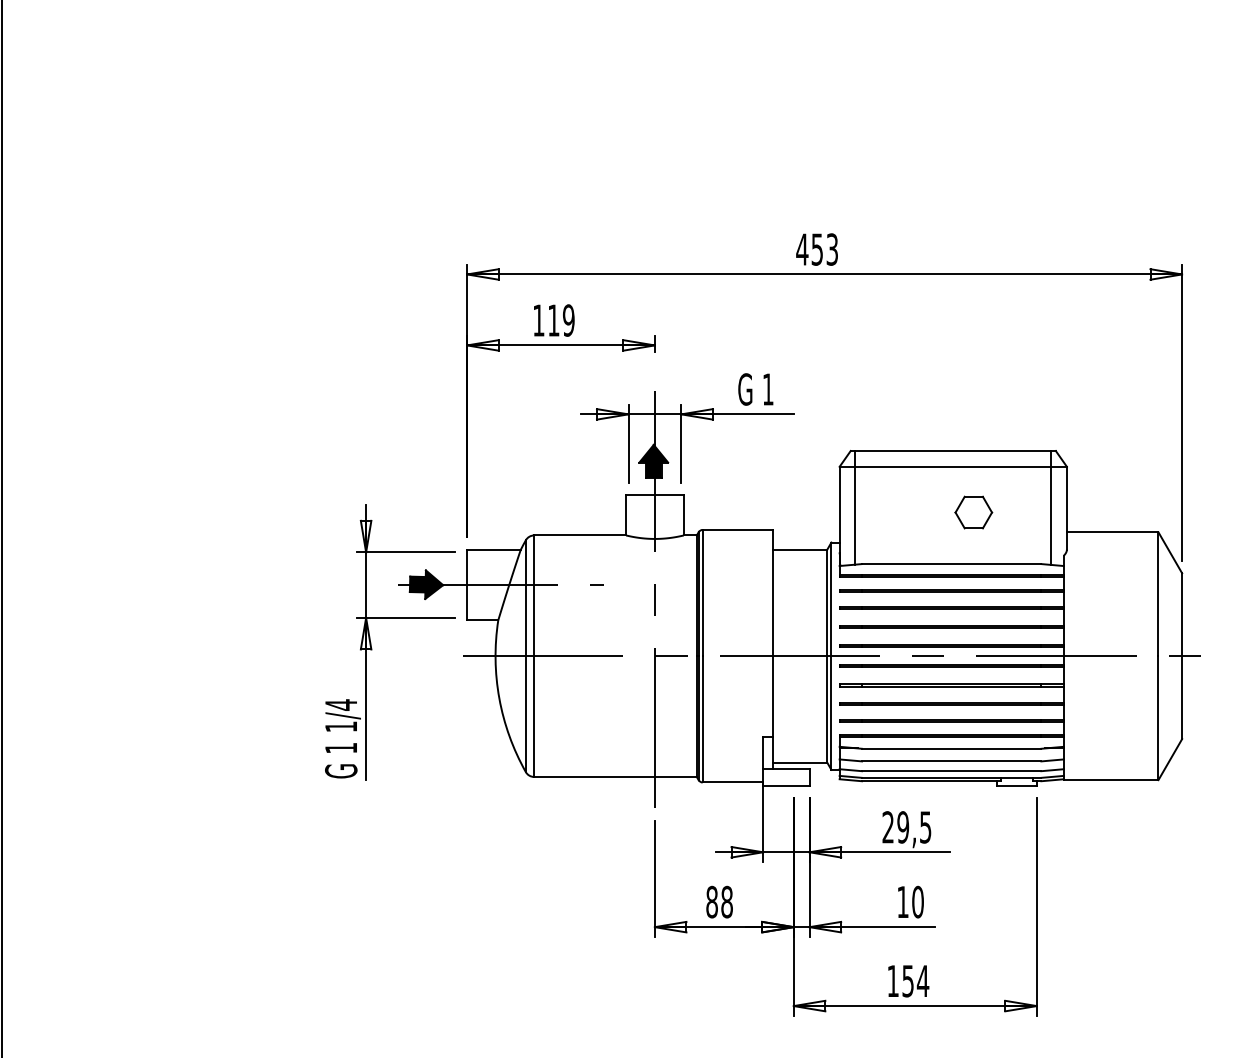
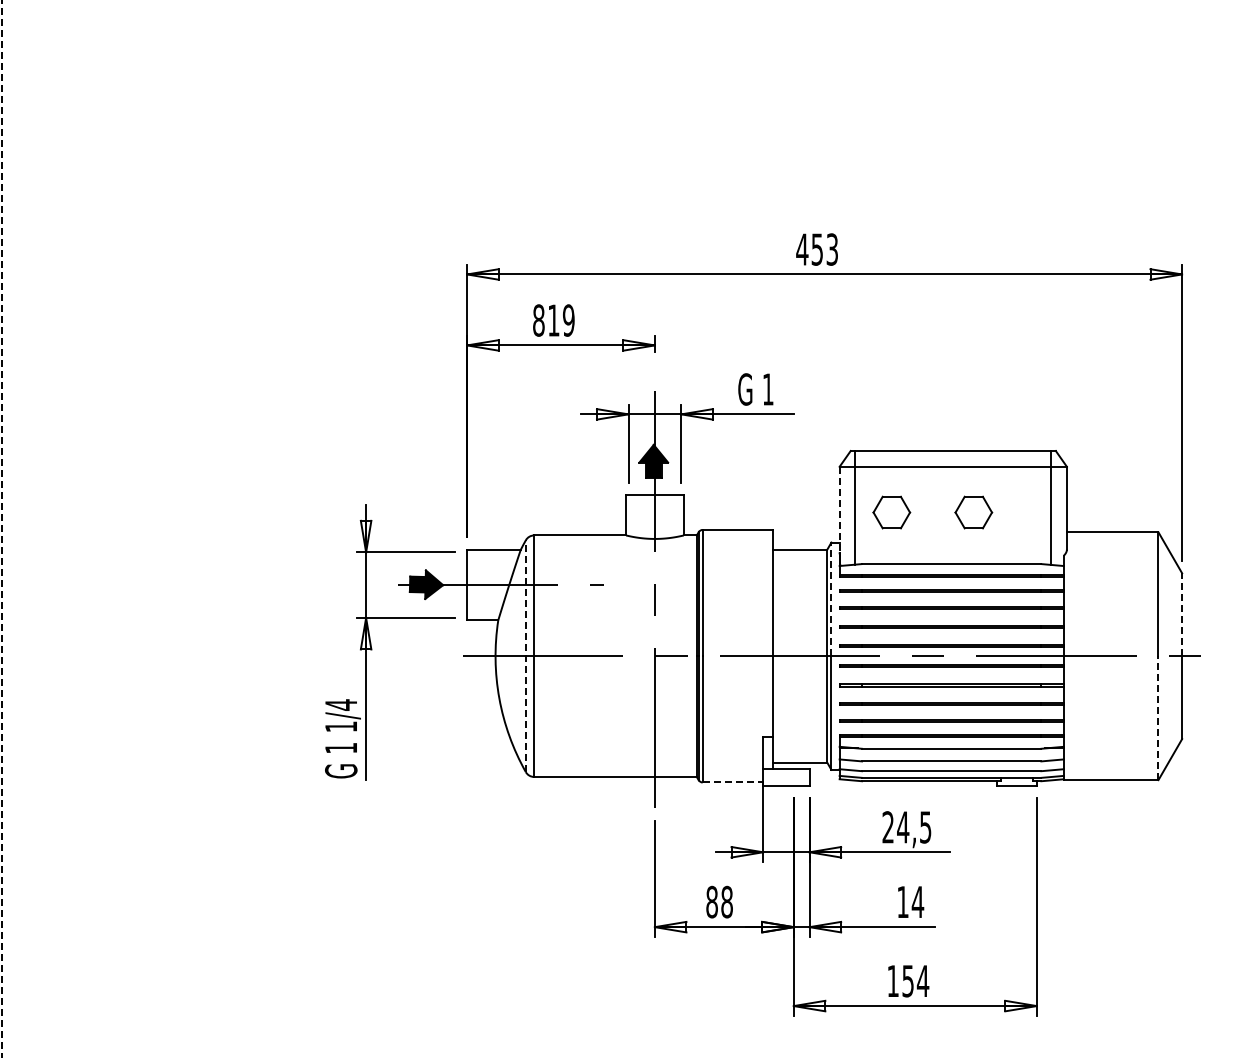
text at (538, 320): 119 -> 819
line at (839, 510): solid -> dashed
part at (891, 512): none -> present
line at (1, 529): solid -> dashed
line at (831, 599): solid -> dashed
line at (1182, 614): solid -> dashed
line at (525, 656): solid -> dashed
line at (1158, 718): solid -> dashed
line at (733, 782): solid -> dashed
text at (903, 827): 29,5 -> 24,5
text at (917, 901): 10 -> 14
